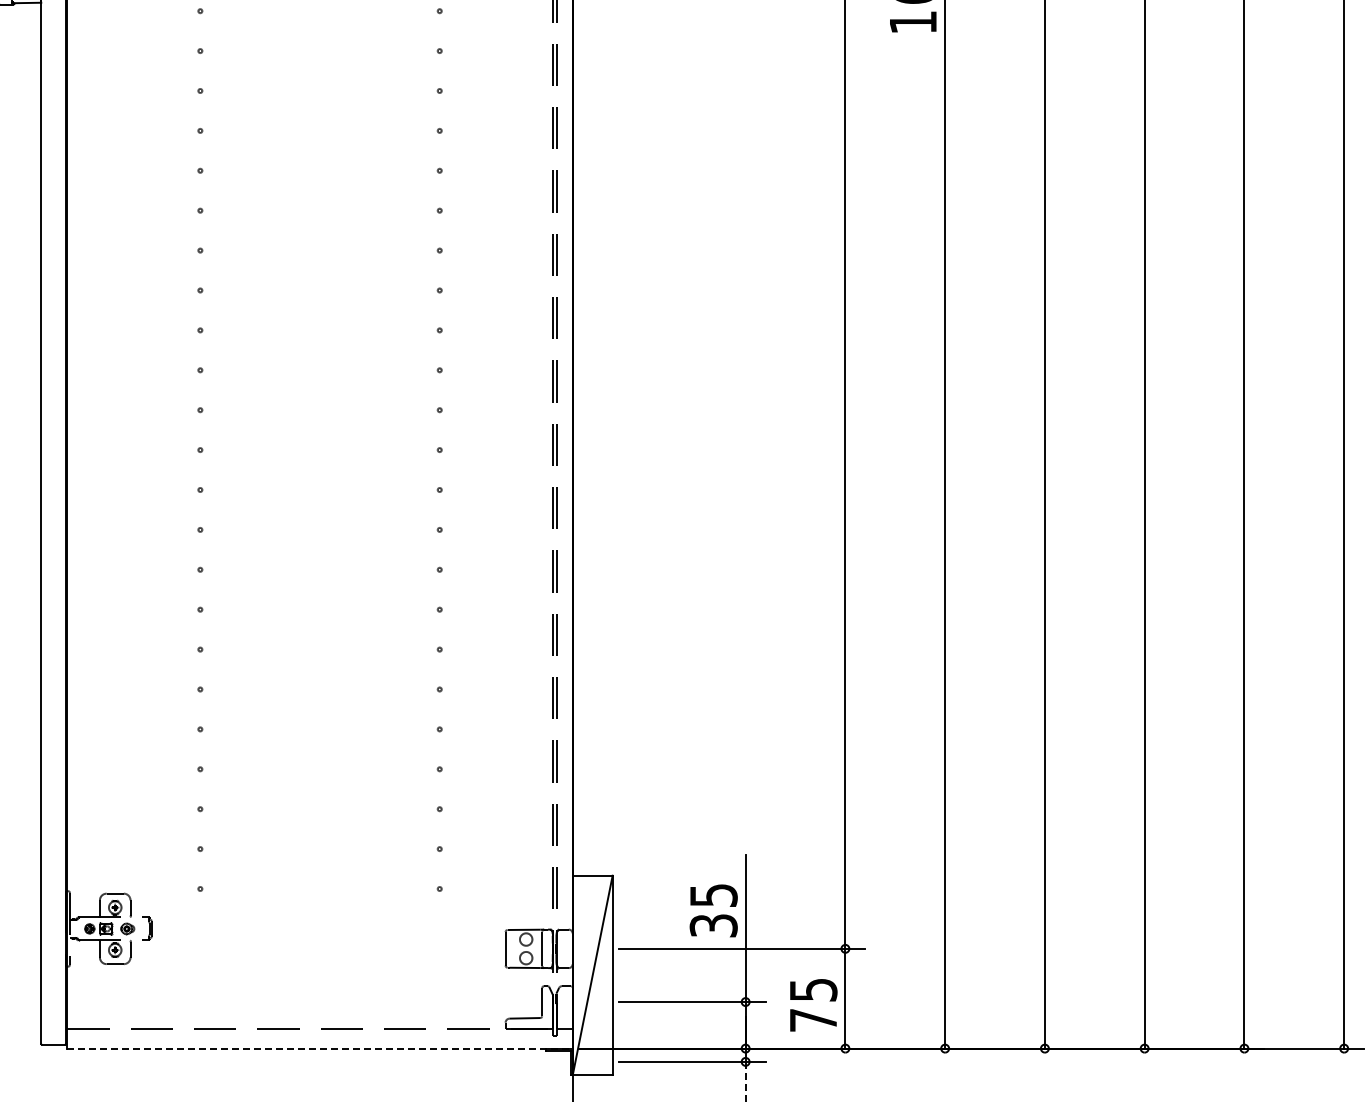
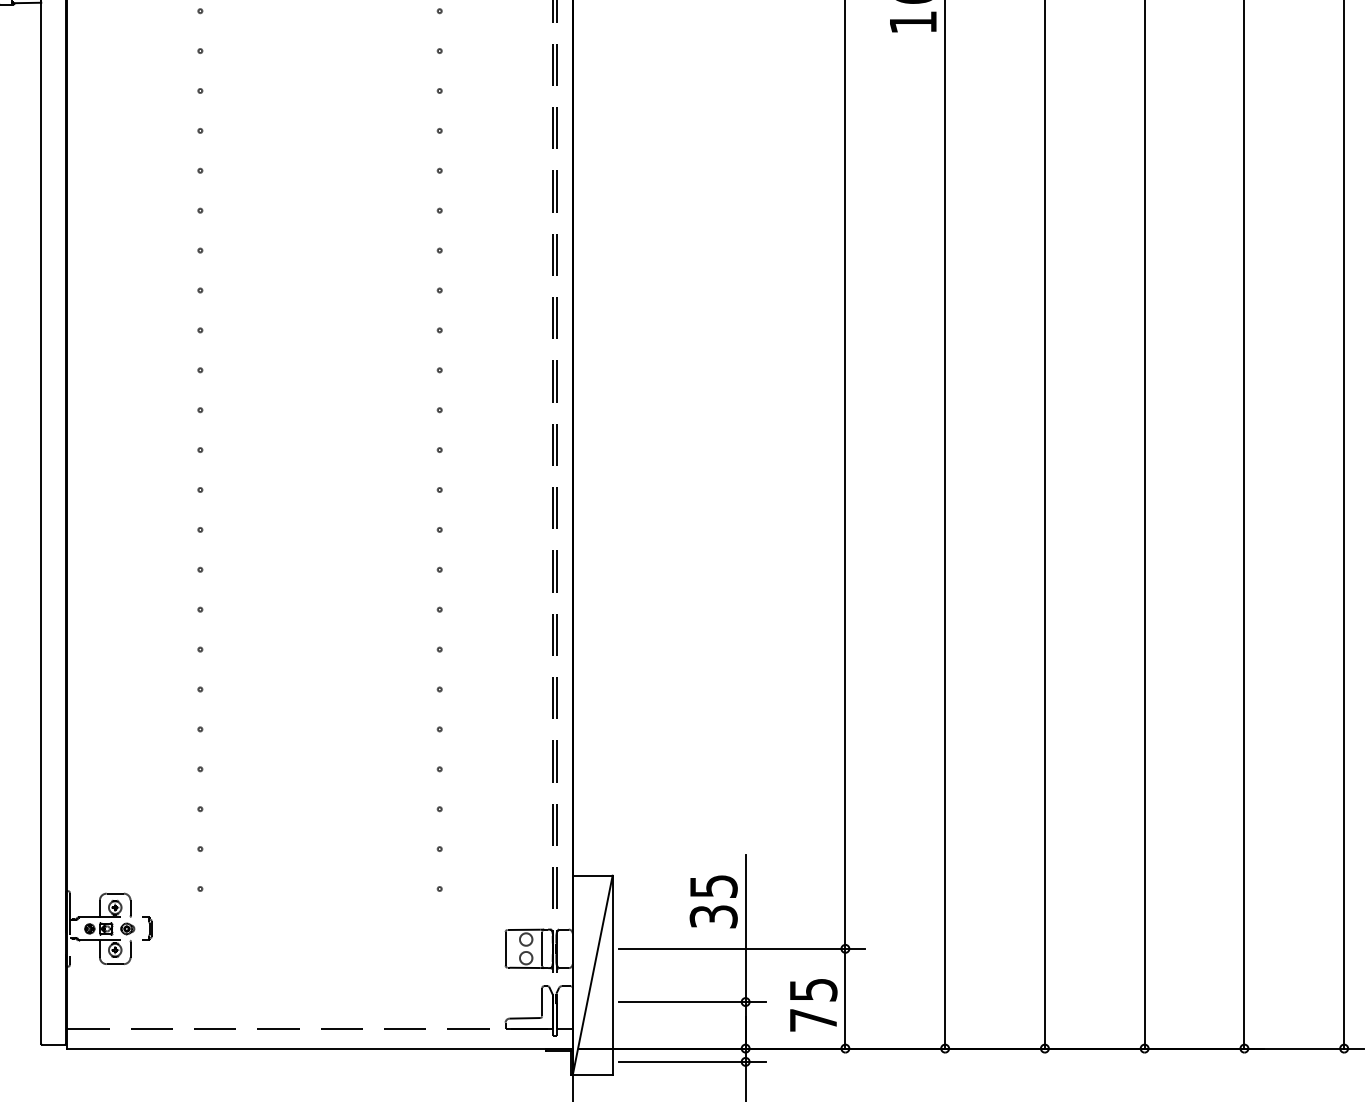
text at (713, 910) position: (713, 910) -> (713, 901)
line at (320, 1048): dashed -> solid
line at (745, 1081): dashed -> solid
